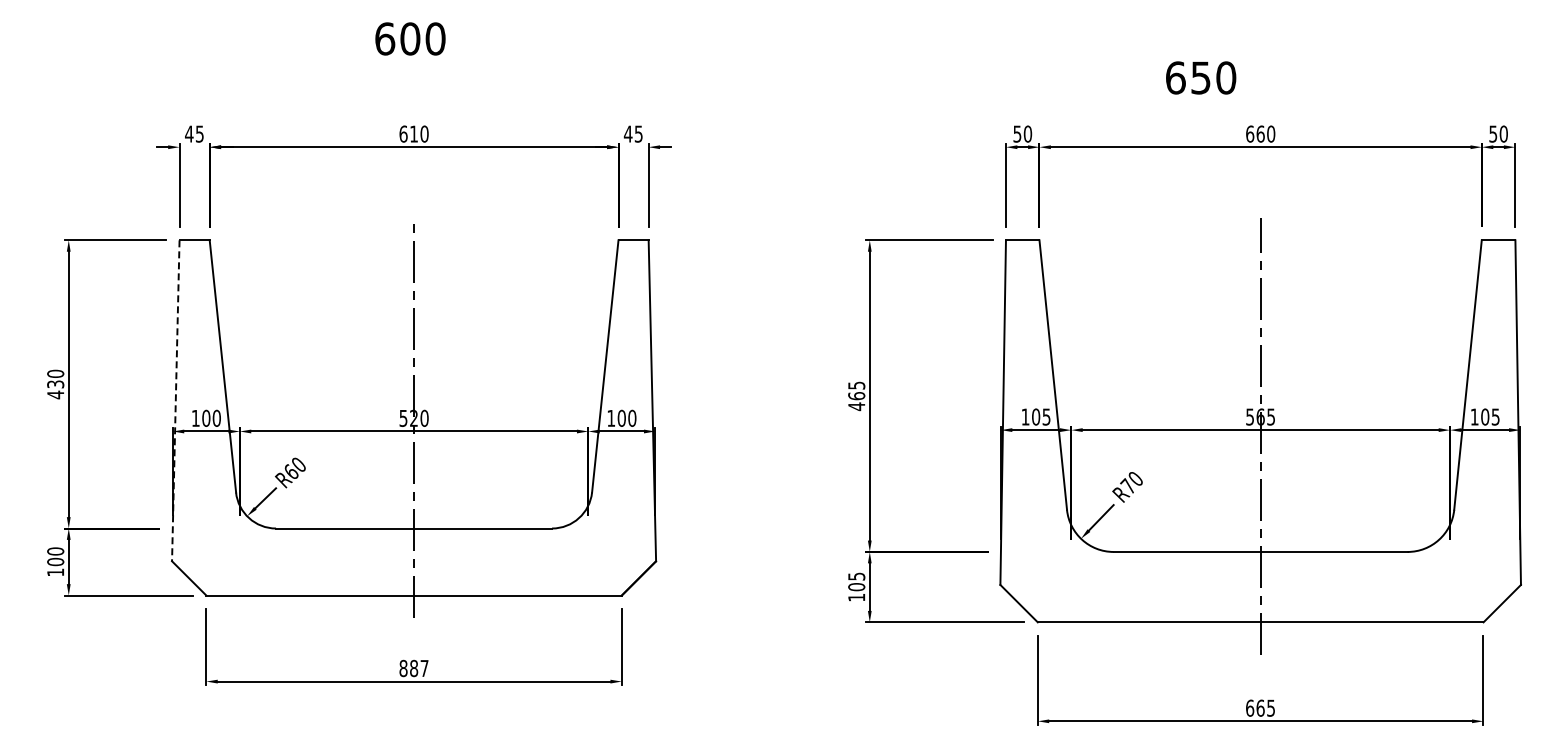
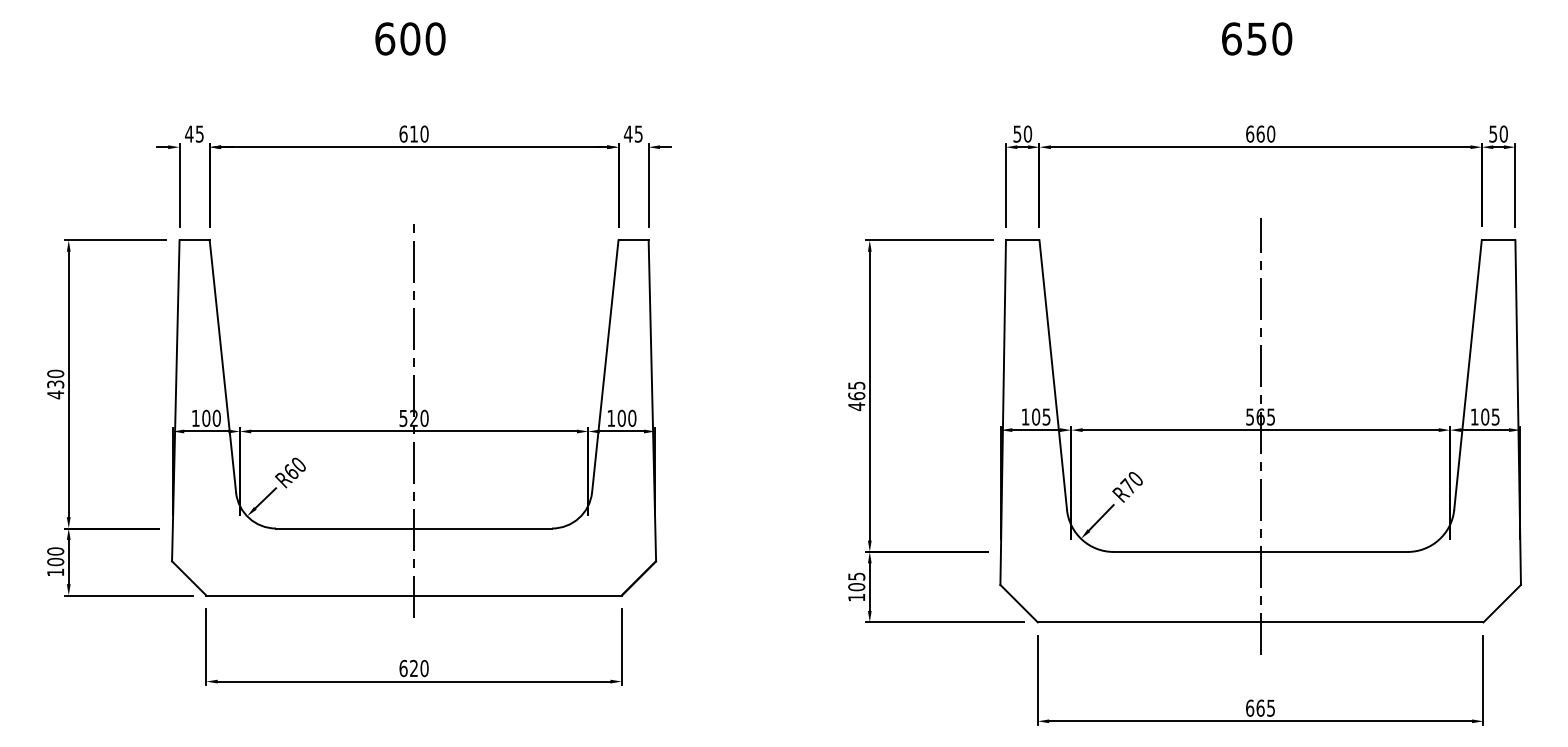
text at (1201, 77) position: (1201, 77) -> (1257, 38)
line at (175, 400): dashed -> solid
text at (413, 668): 887 -> 620
